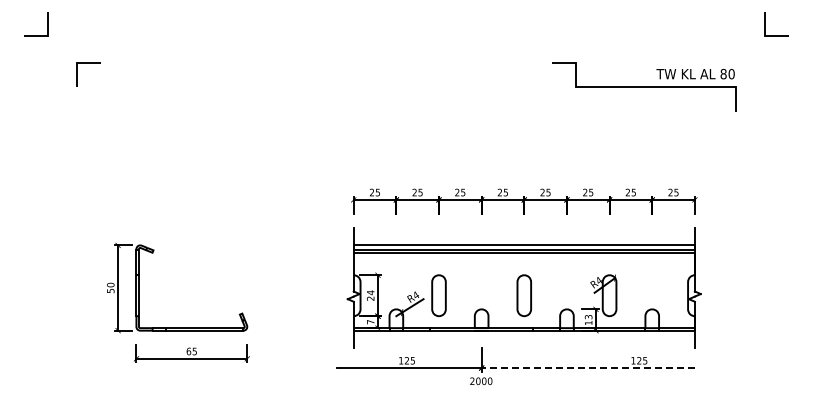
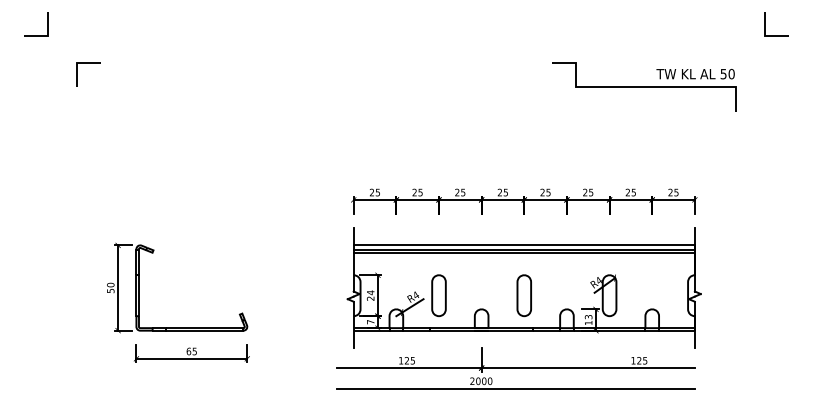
text at (723, 73): 80 -> 50
line at (588, 368): dashed -> solid
line at (515, 388): none -> present
